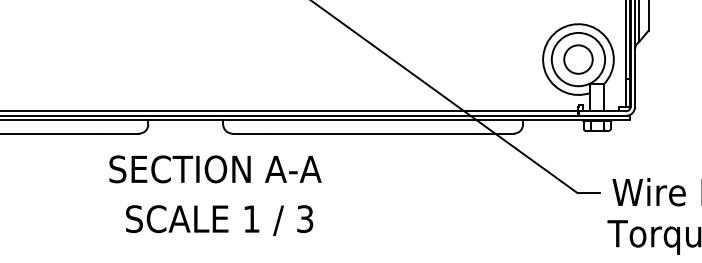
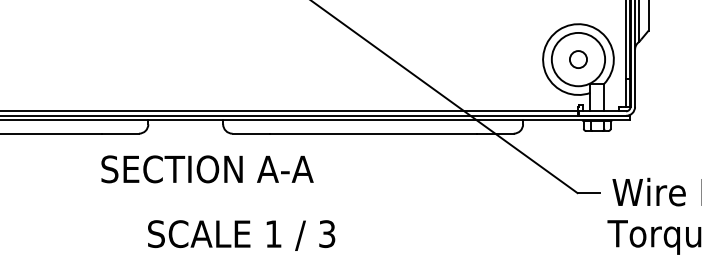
circle at (578, 59) diameter: 28 px -> 17 px
text at (215, 169) position: (215, 169) -> (207, 169)
text at (219, 220) position: (219, 220) -> (241, 235)
